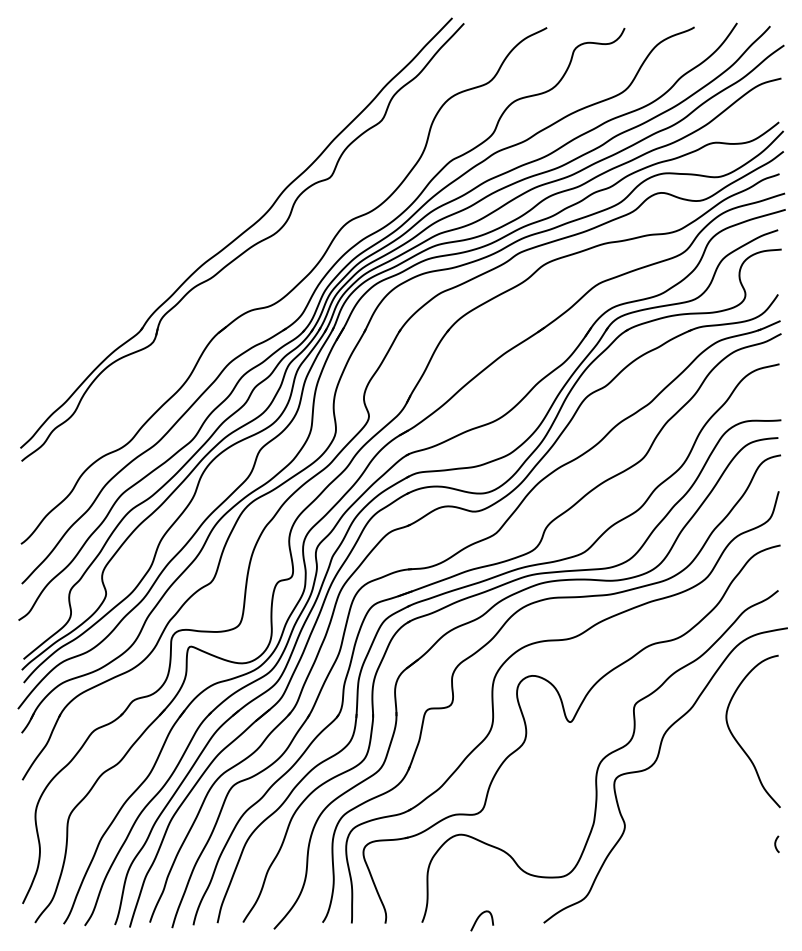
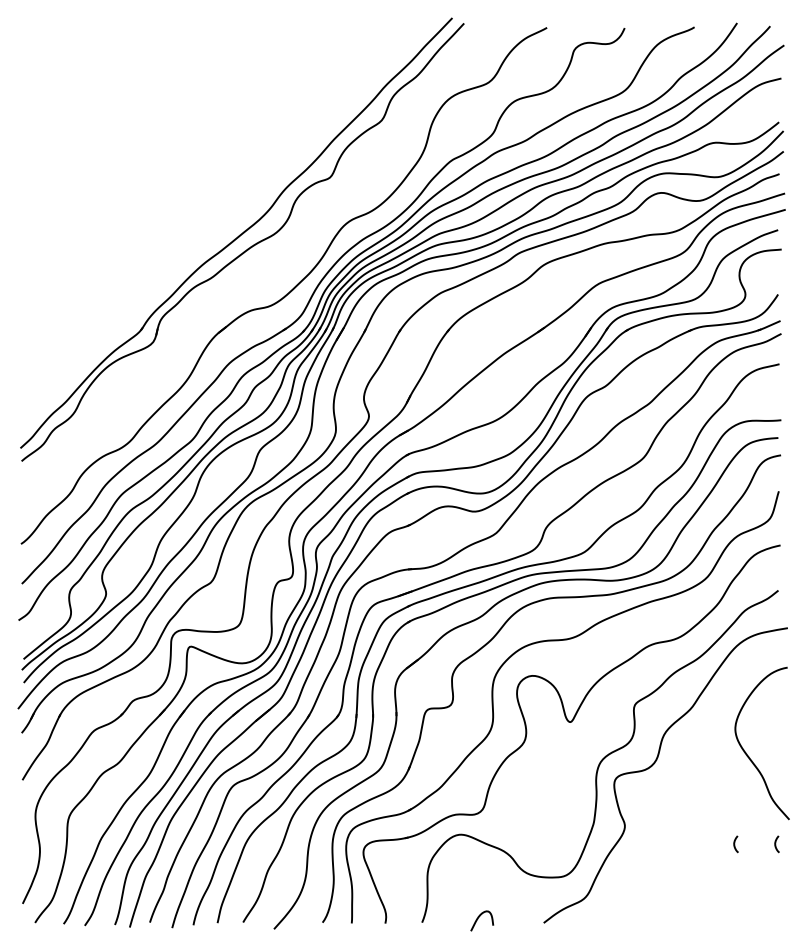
curve at (737, 740) position: (737, 740) -> (746, 752)
curve at (735, 844): none -> present
